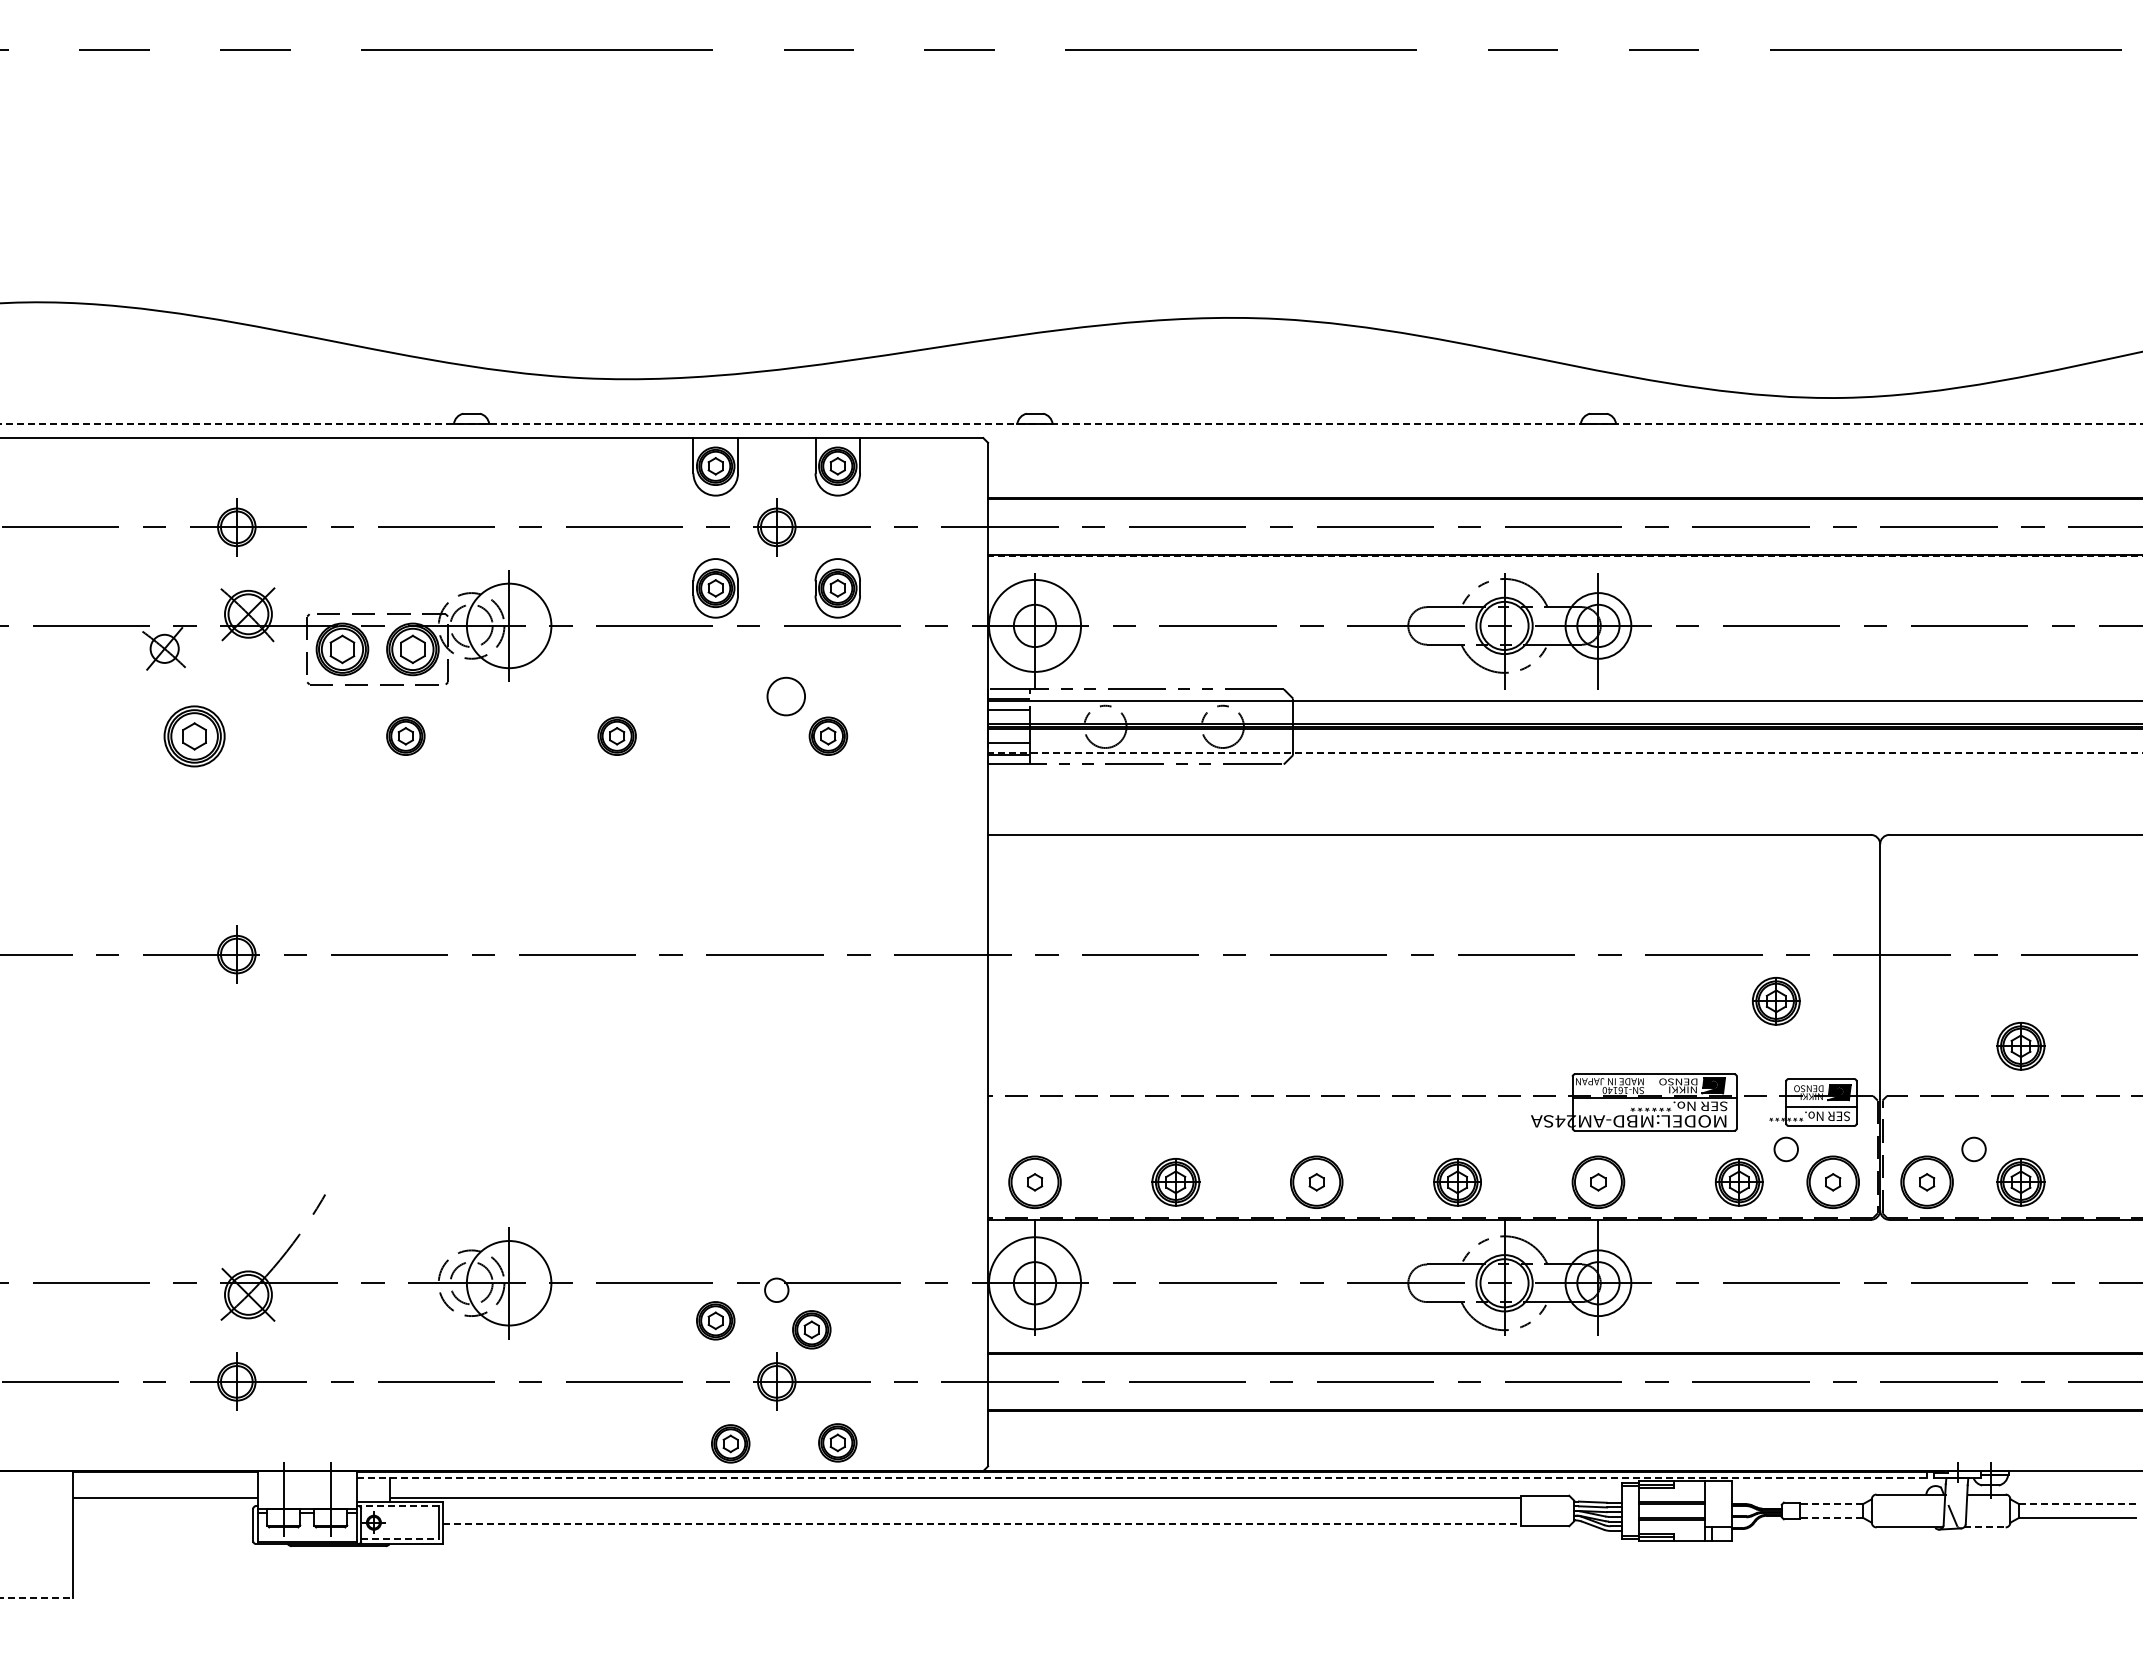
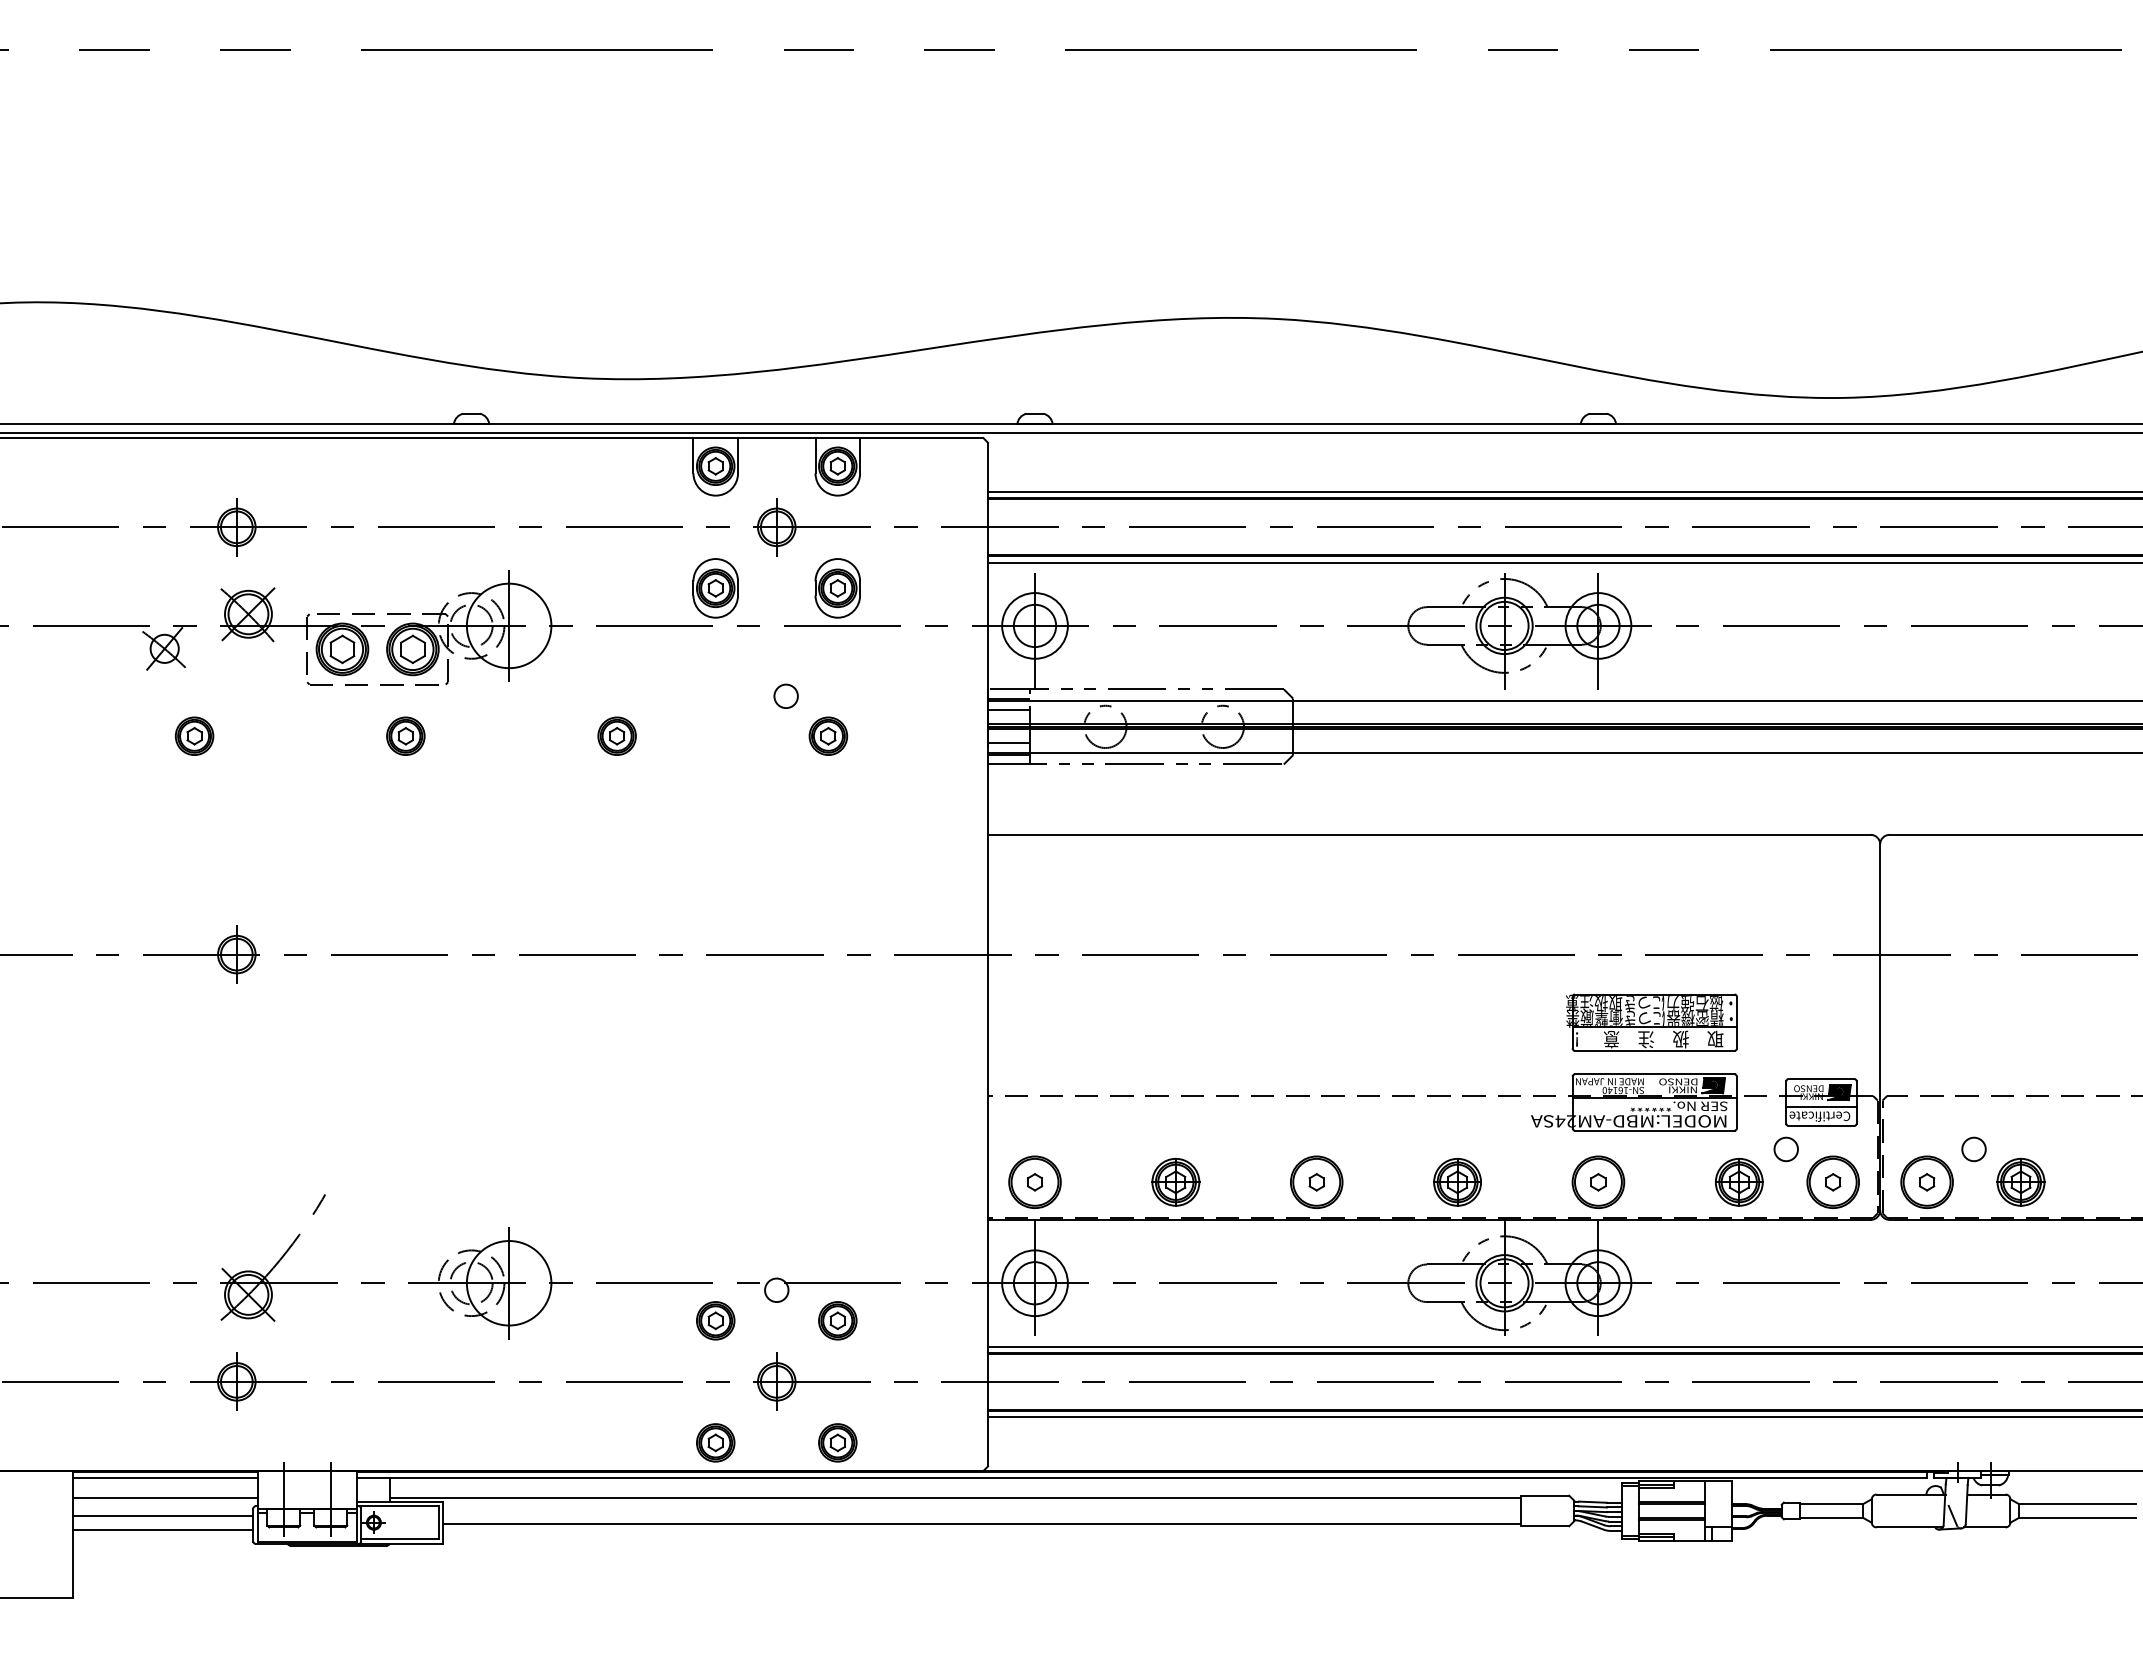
line at (1071, 424): dashed -> solid
line at (1070, 433): none -> present
line at (1563, 492): none -> present
line at (1565, 556): dashed -> solid
line at (1563, 562): none -> present
circle at (1035, 625) diameter: 92 px -> 66 px
circle at (785, 696) size: 40x41 px -> 26x26 px
part at (194, 736) size: 63x63 px -> 41x40 px
line at (1565, 752): dashed -> solid
part at (1776, 1001): present -> none
part at (1651, 1022): none -> present
part at (2020, 1046): present -> none
text at (1809, 1116): SER No.****** -> Certificate
circle at (1035, 1283) diameter: 92 px -> 66 px
part at (811, 1329) position: (811, 1329) -> (837, 1320)
line at (1563, 1346): none -> present
line at (1563, 1417): none -> present
part at (730, 1443) position: (730, 1443) -> (715, 1442)
line at (164, 1478): none -> present
line at (1142, 1478): dashed -> solid
line at (1831, 1503): dashed -> solid
line at (2077, 1503): dashed -> solid
line at (398, 1506): dashed -> solid
line at (162, 1515): none -> present
line at (1831, 1518): dashed -> solid
line at (982, 1523): dashed -> solid
line at (1984, 1527): dashed -> solid
line at (162, 1529): none -> present
line at (399, 1539): dashed -> solid
line at (36, 1597): dashed -> solid
